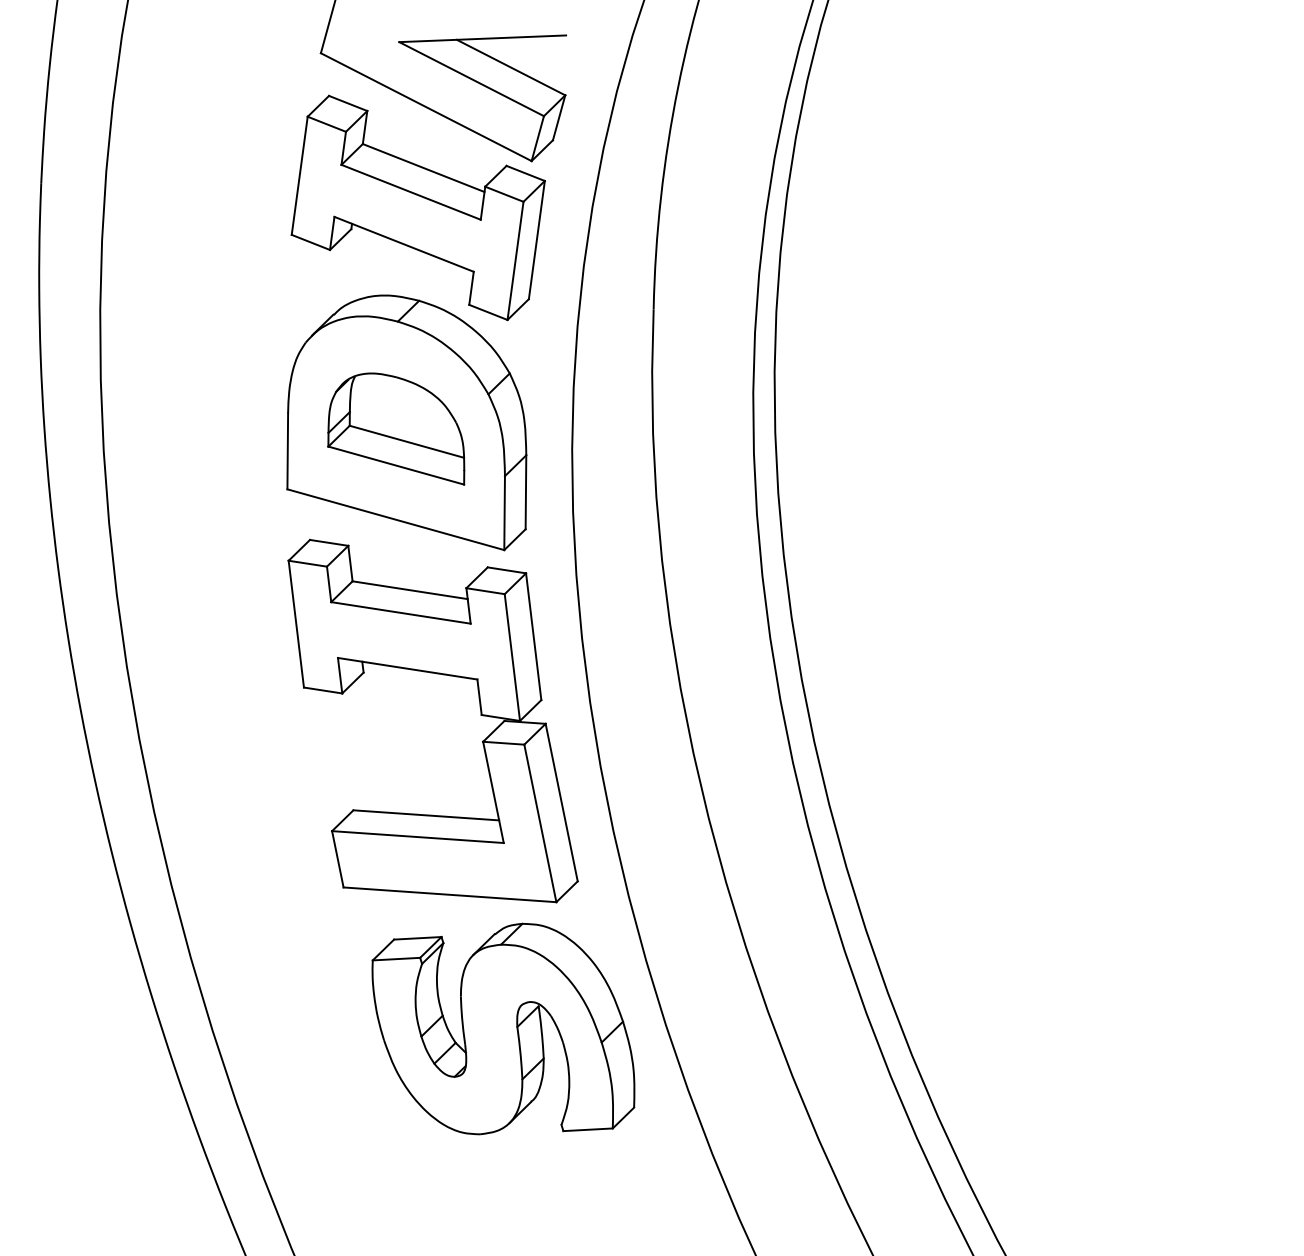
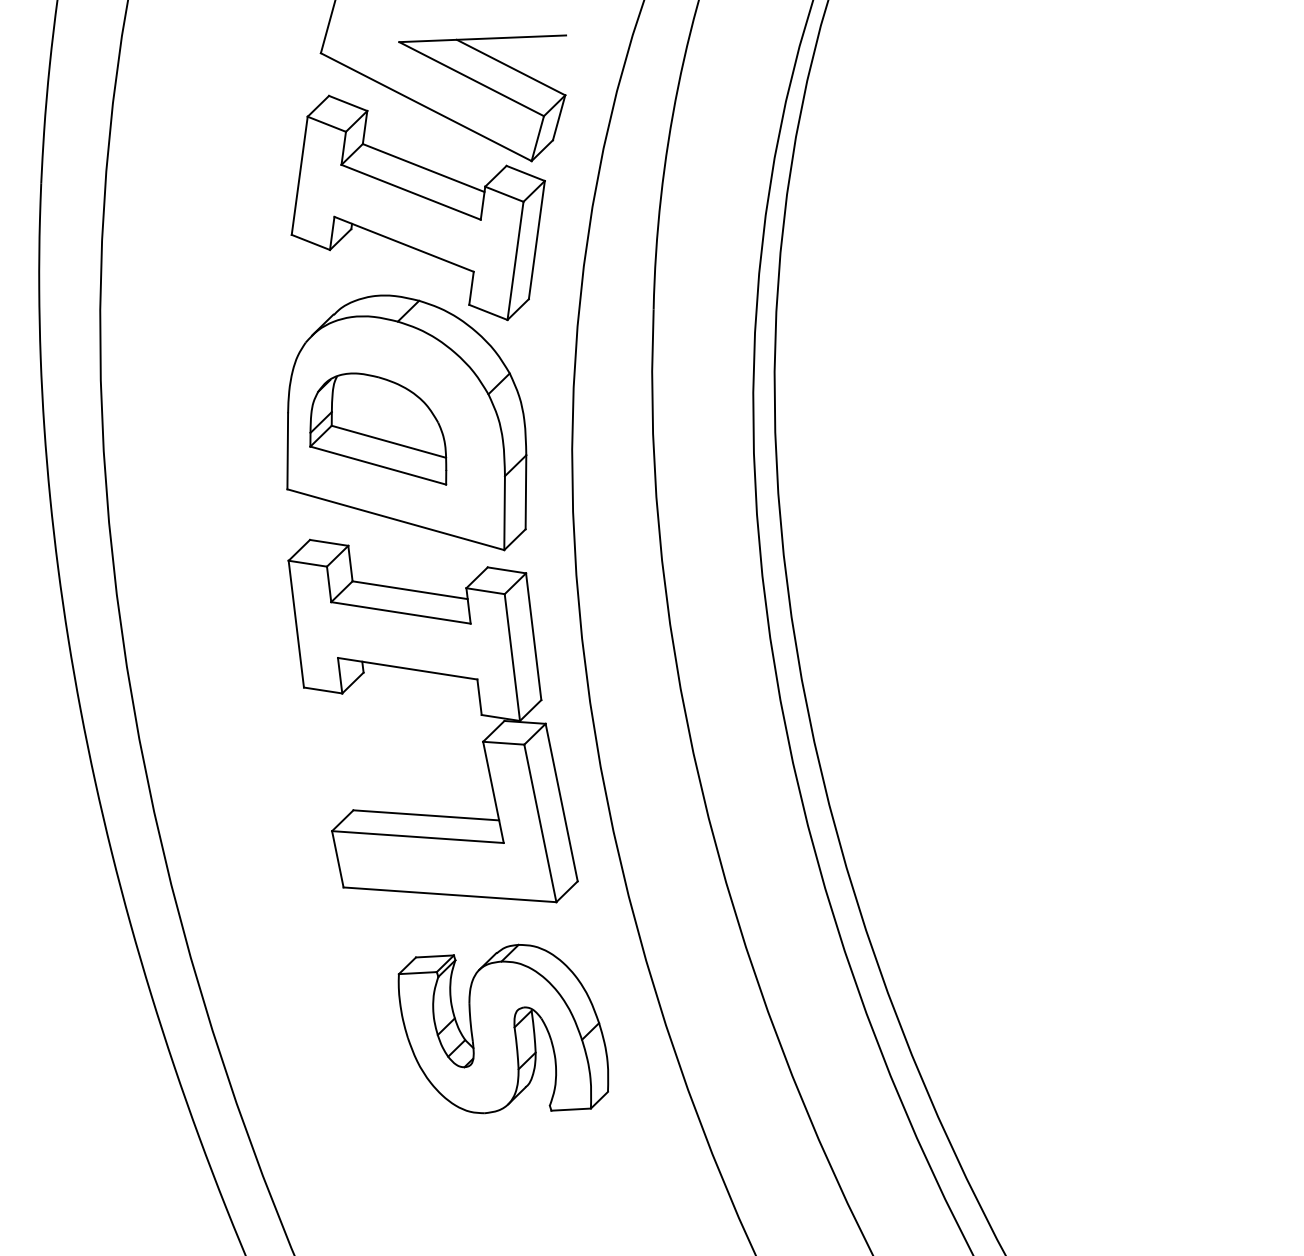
part at (396, 428) position: (396, 428) -> (378, 428)
part at (503, 1028) size: 265x214 px -> 213x172 px
